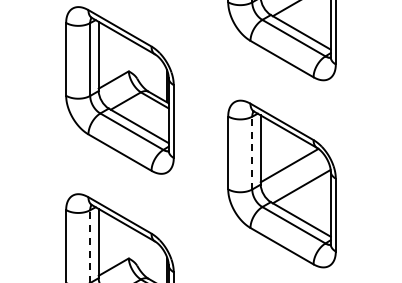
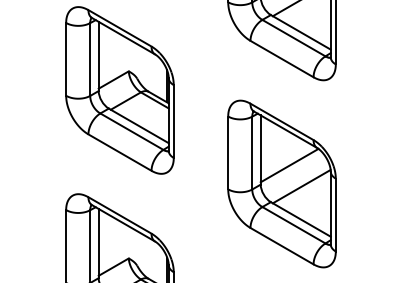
line at (252, 152): dashed -> solid
line at (90, 246): dashed -> solid
